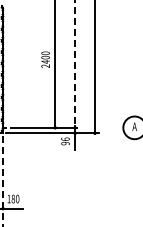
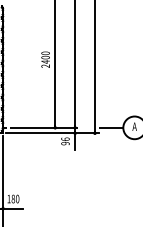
line at (75, 63): dashed -> solid
line at (111, 127): none -> present
line at (3, 181): dashed -> solid
